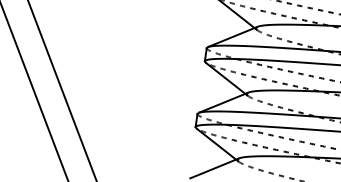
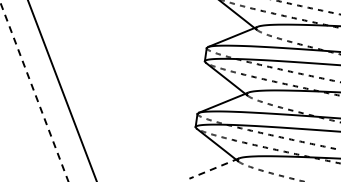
line at (34, 92): solid -> dashed
line at (213, 168): solid -> dashed
